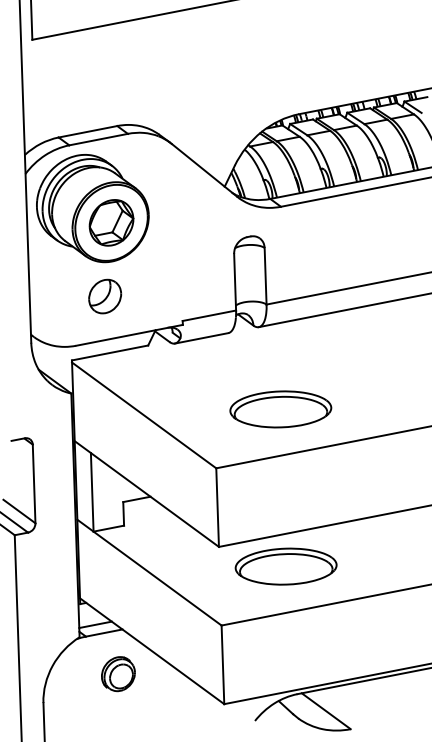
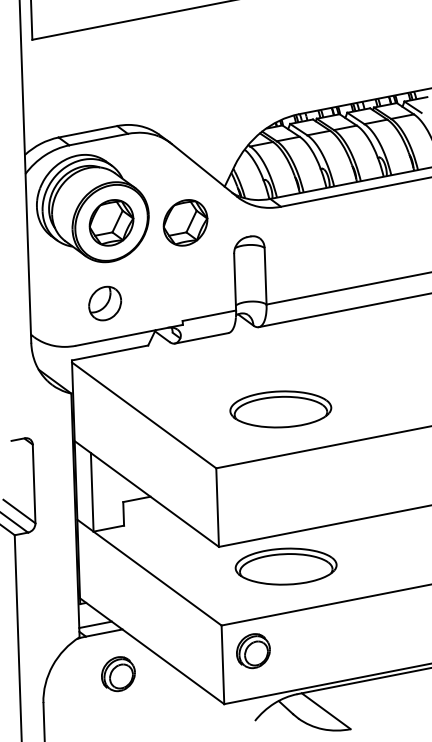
part at (185, 222): none -> present
part at (105, 296) position: (105, 296) -> (105, 303)
part at (253, 651): none -> present
